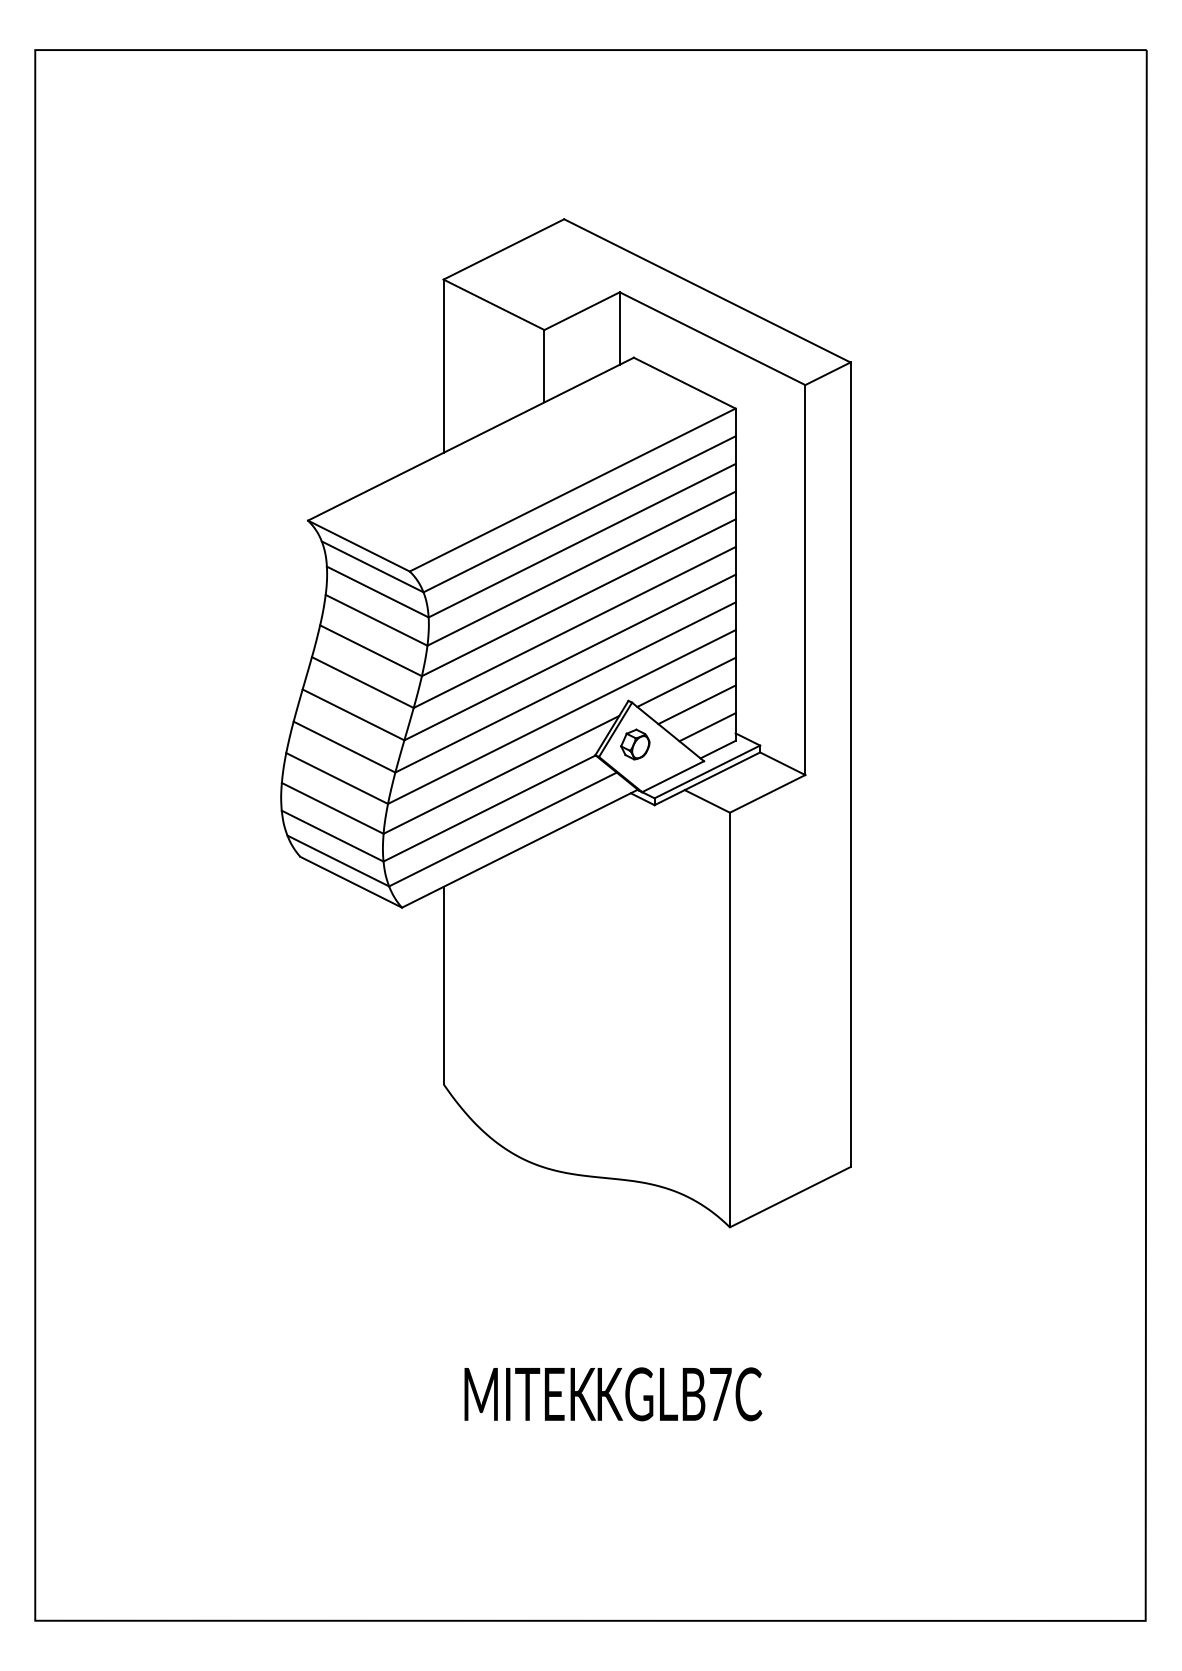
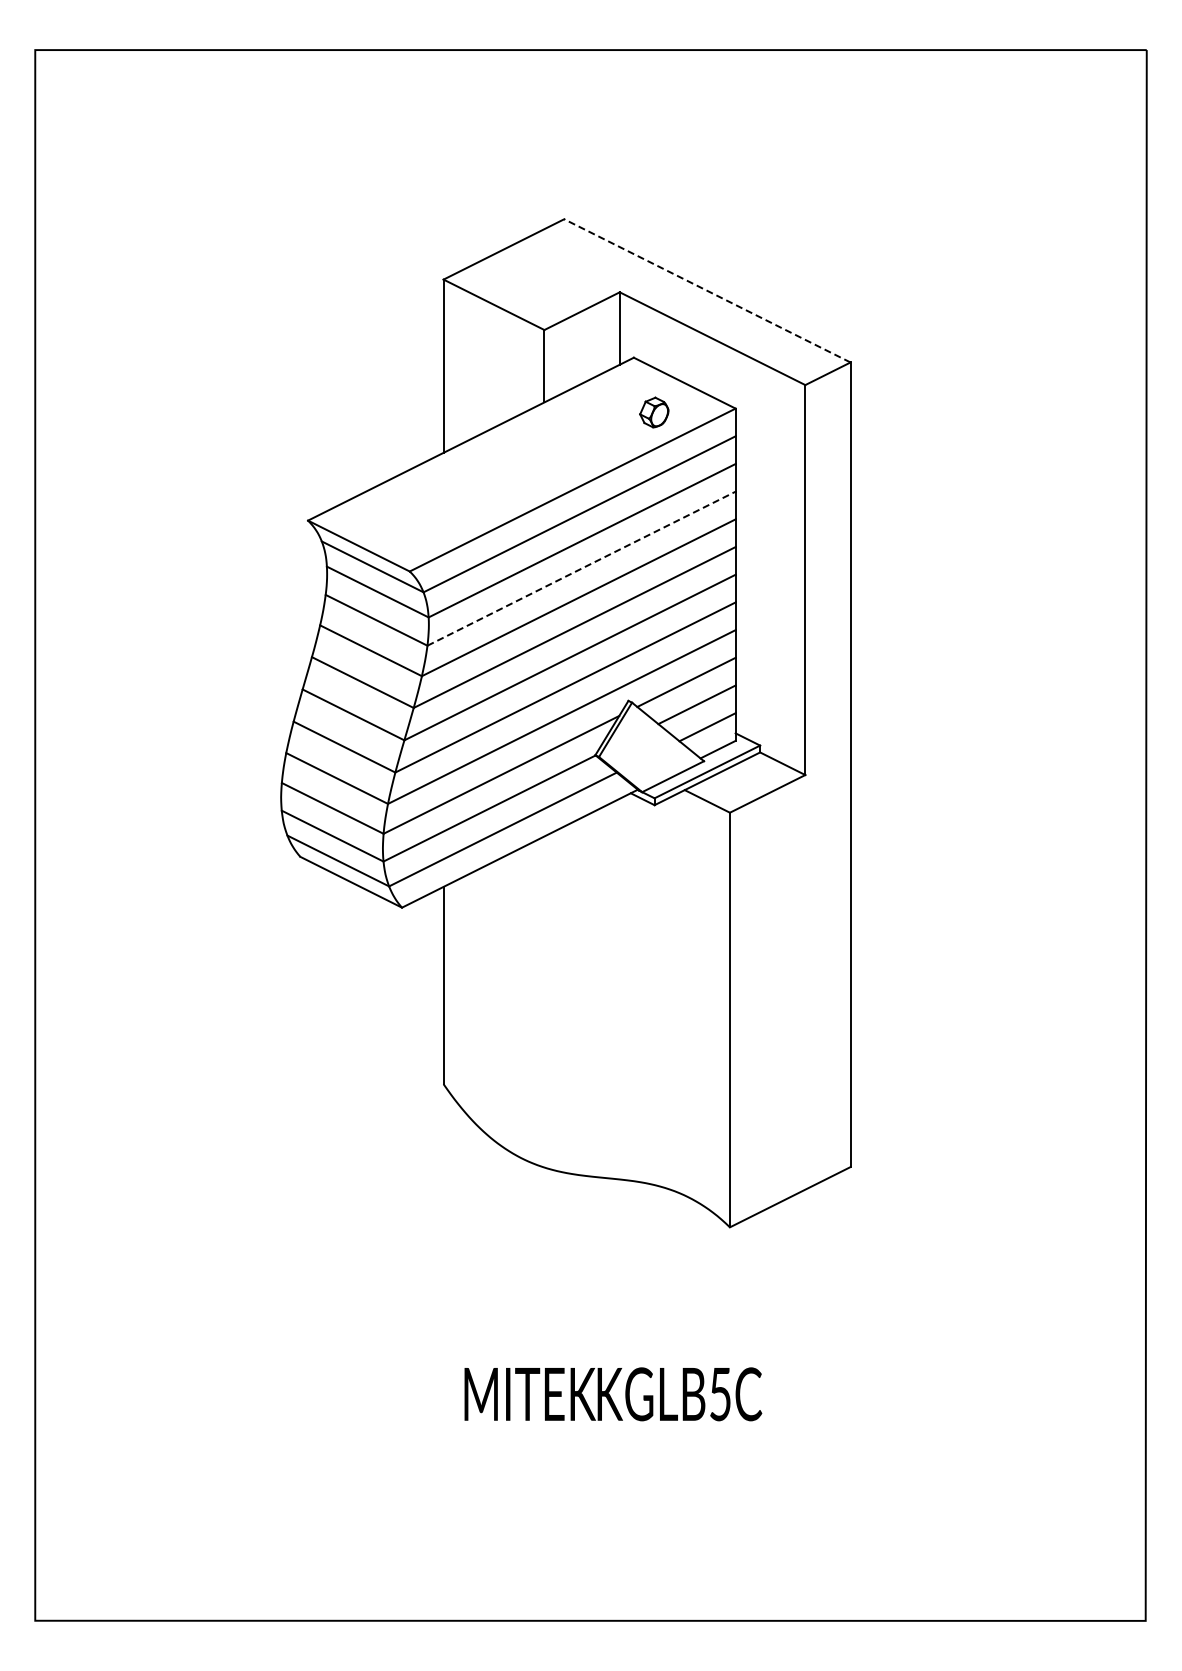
line at (706, 290): solid -> dashed
line at (582, 568): solid -> dashed
part at (635, 744) position: (635, 744) -> (654, 412)
text at (720, 1394): KGLB7C -> KGLB5C
